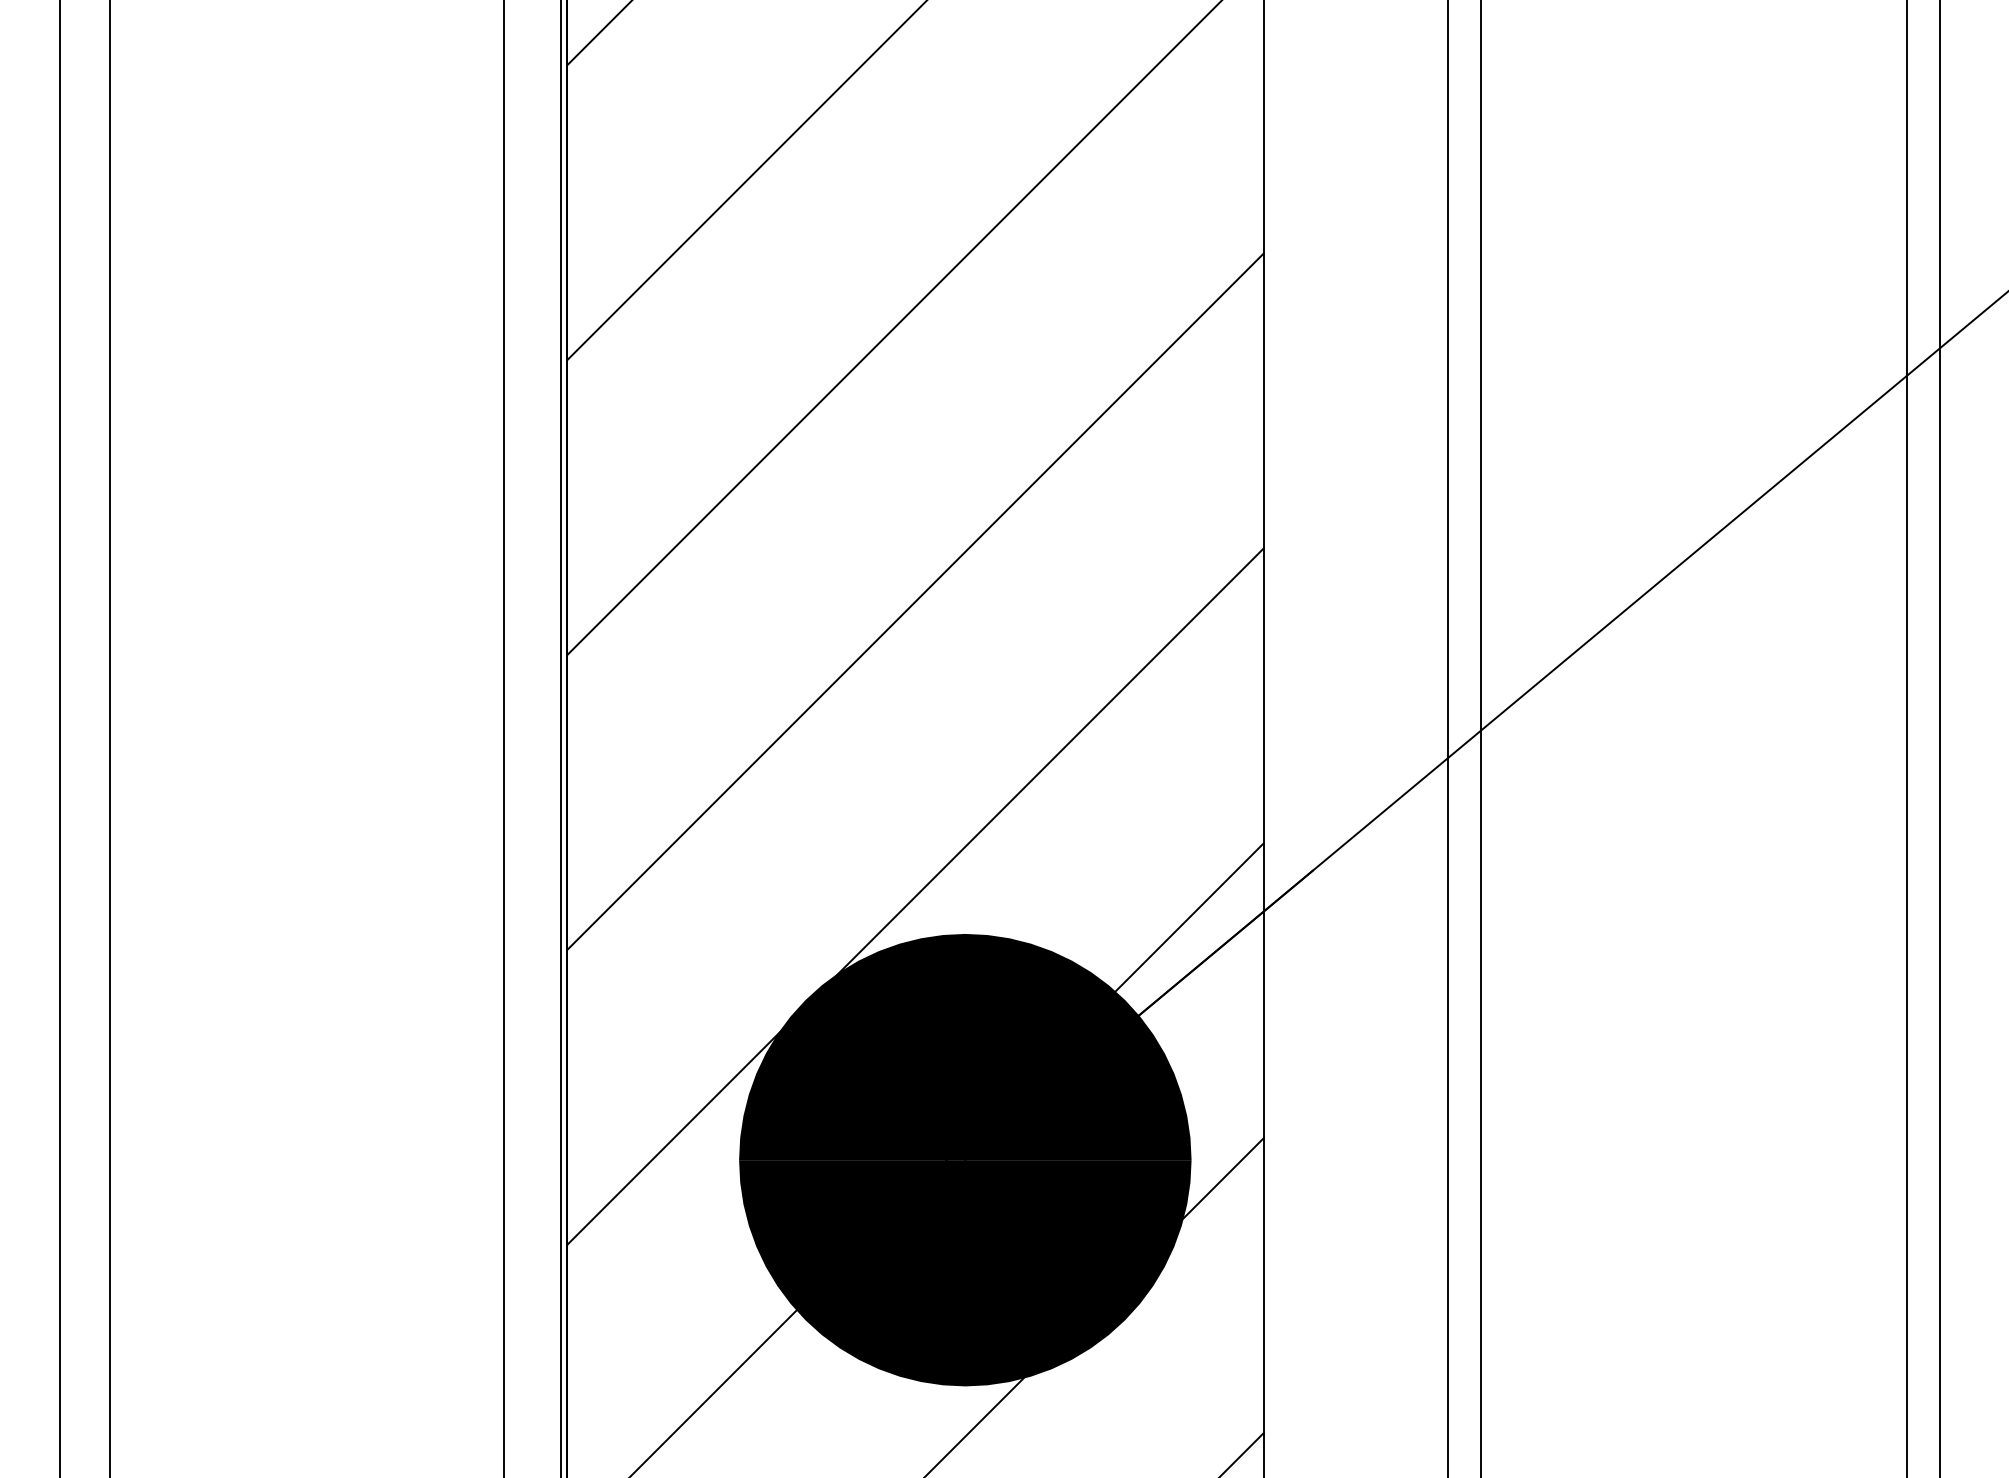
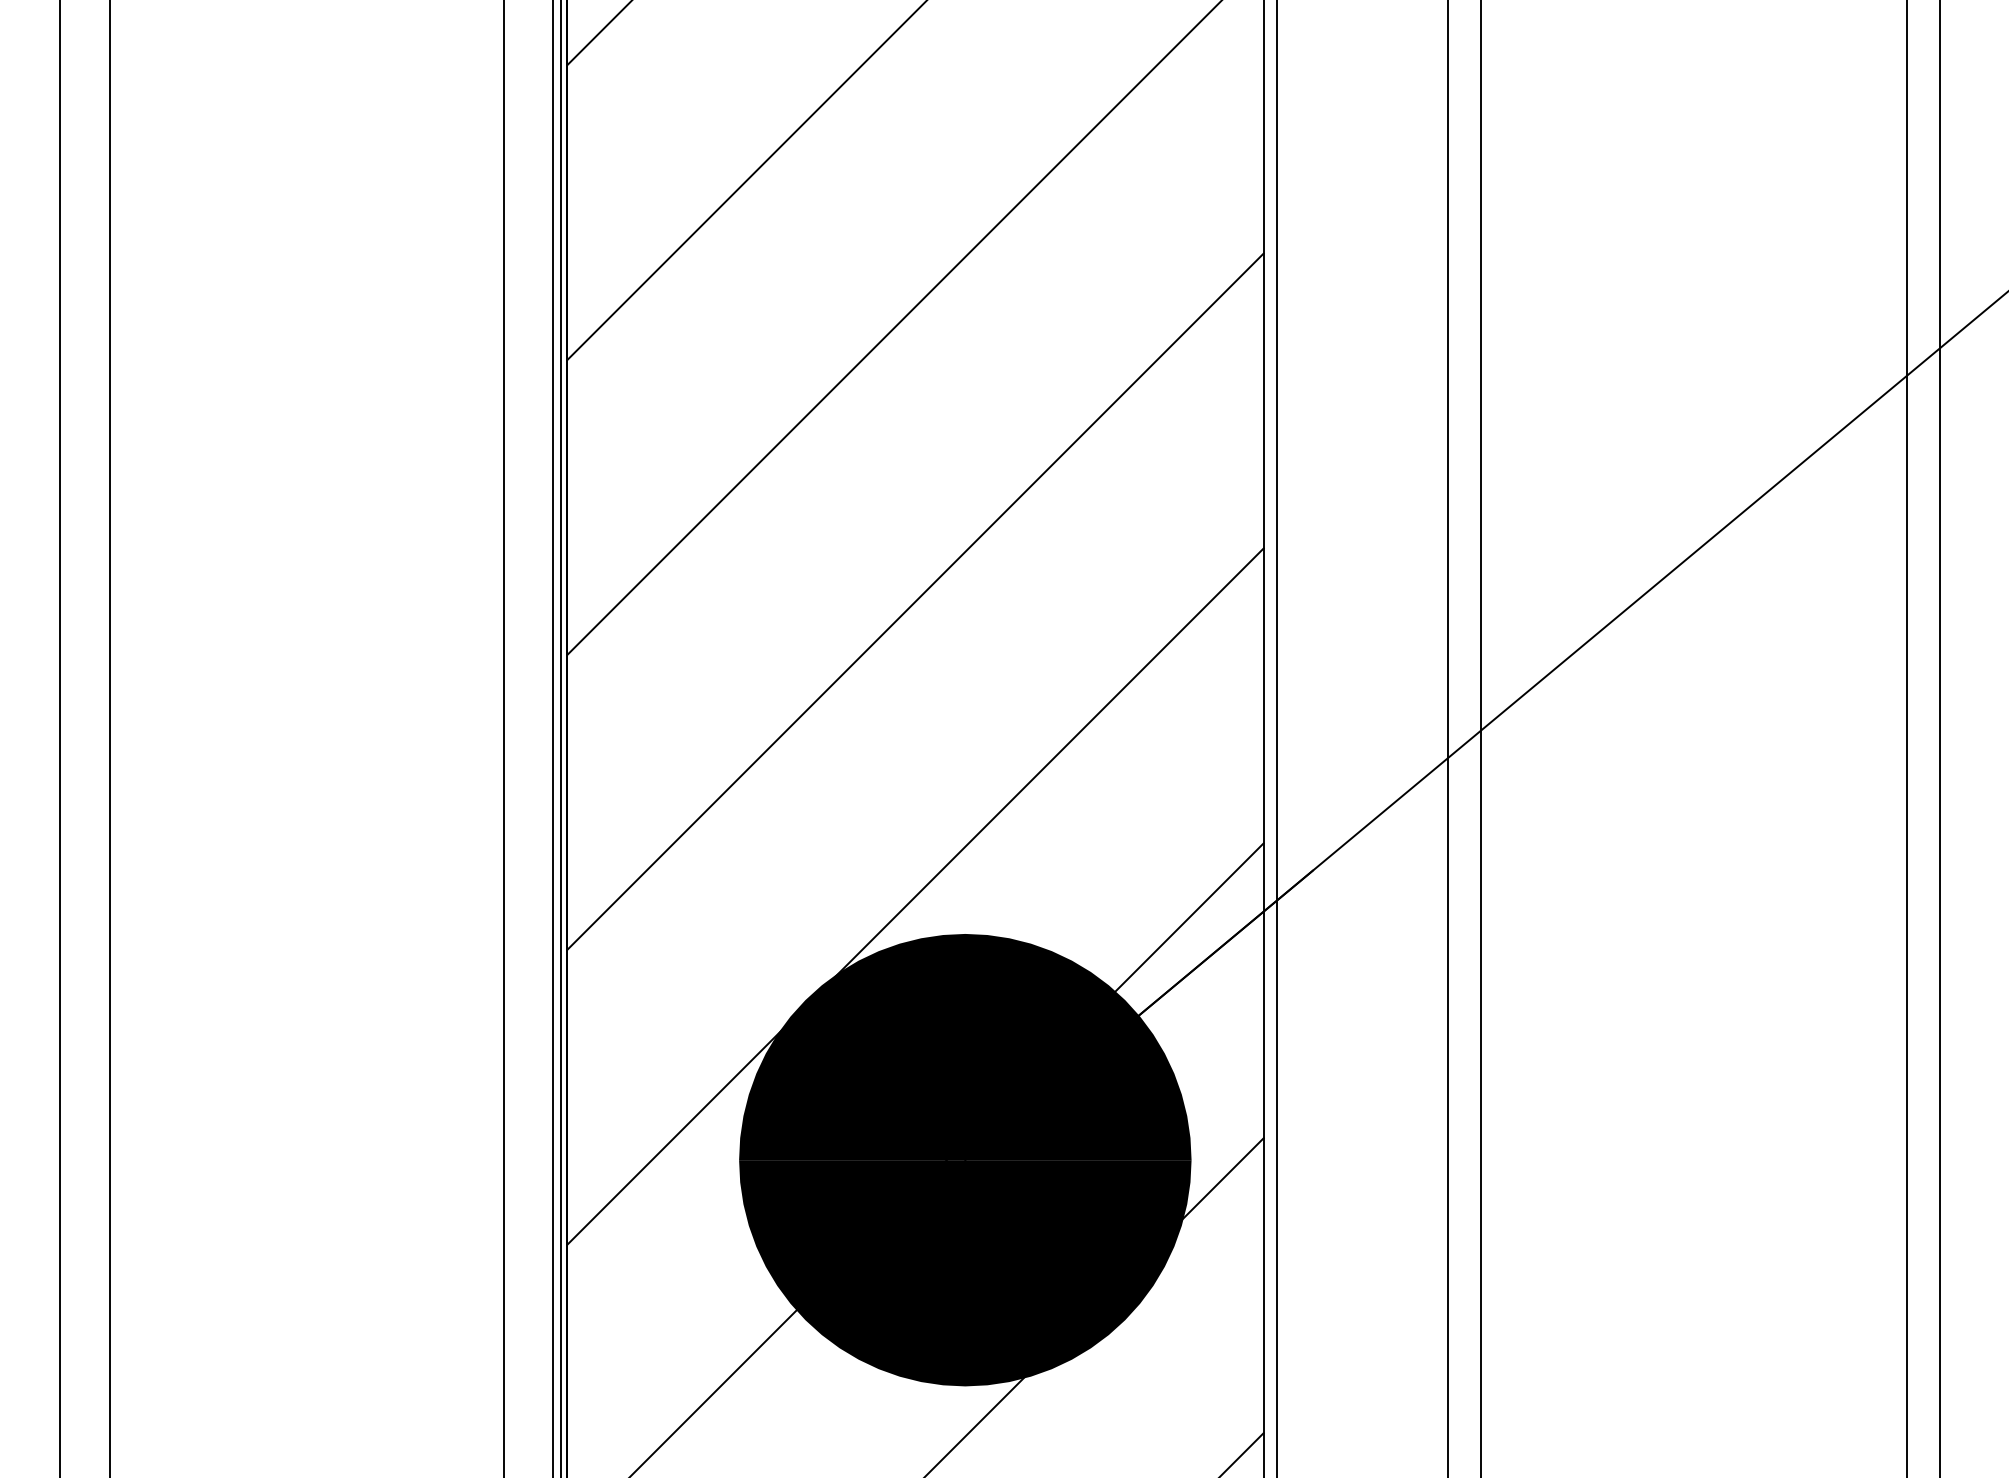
line at (552, 738): none -> present
line at (1276, 738): none -> present
